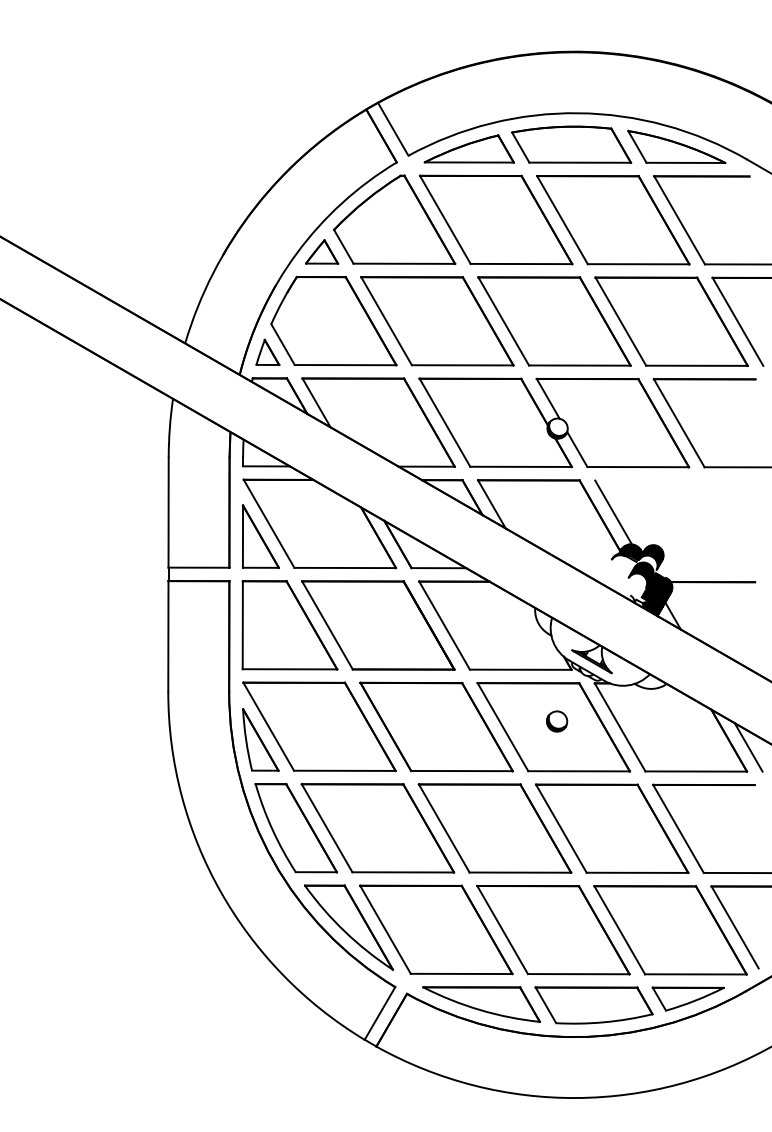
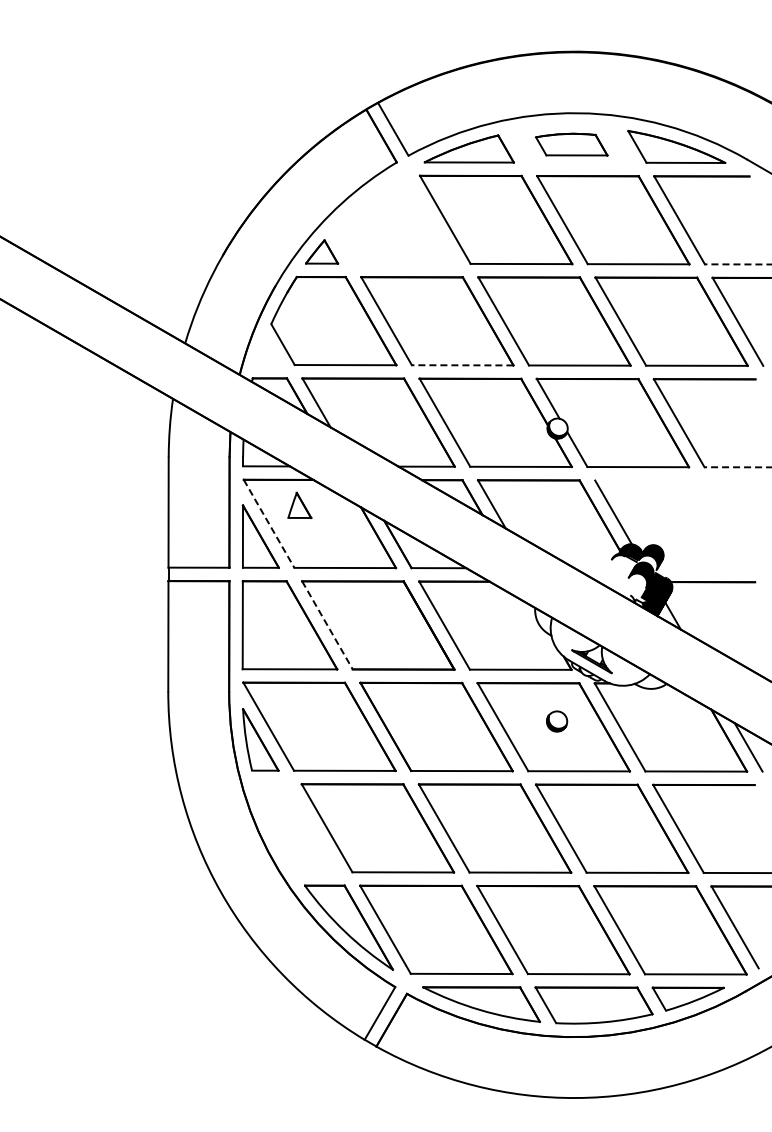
part at (571, 144) size: 122x39 px -> 74x25 px
part at (394, 219): present -> none
line at (737, 264): solid -> dashed
part at (267, 351) position: (267, 351) -> (299, 504)
line at (462, 365): solid -> dashed
line at (737, 467): solid -> dashed
line at (269, 523): solid -> dashed
line at (327, 625): solid -> dashed
part at (295, 828): present -> none
